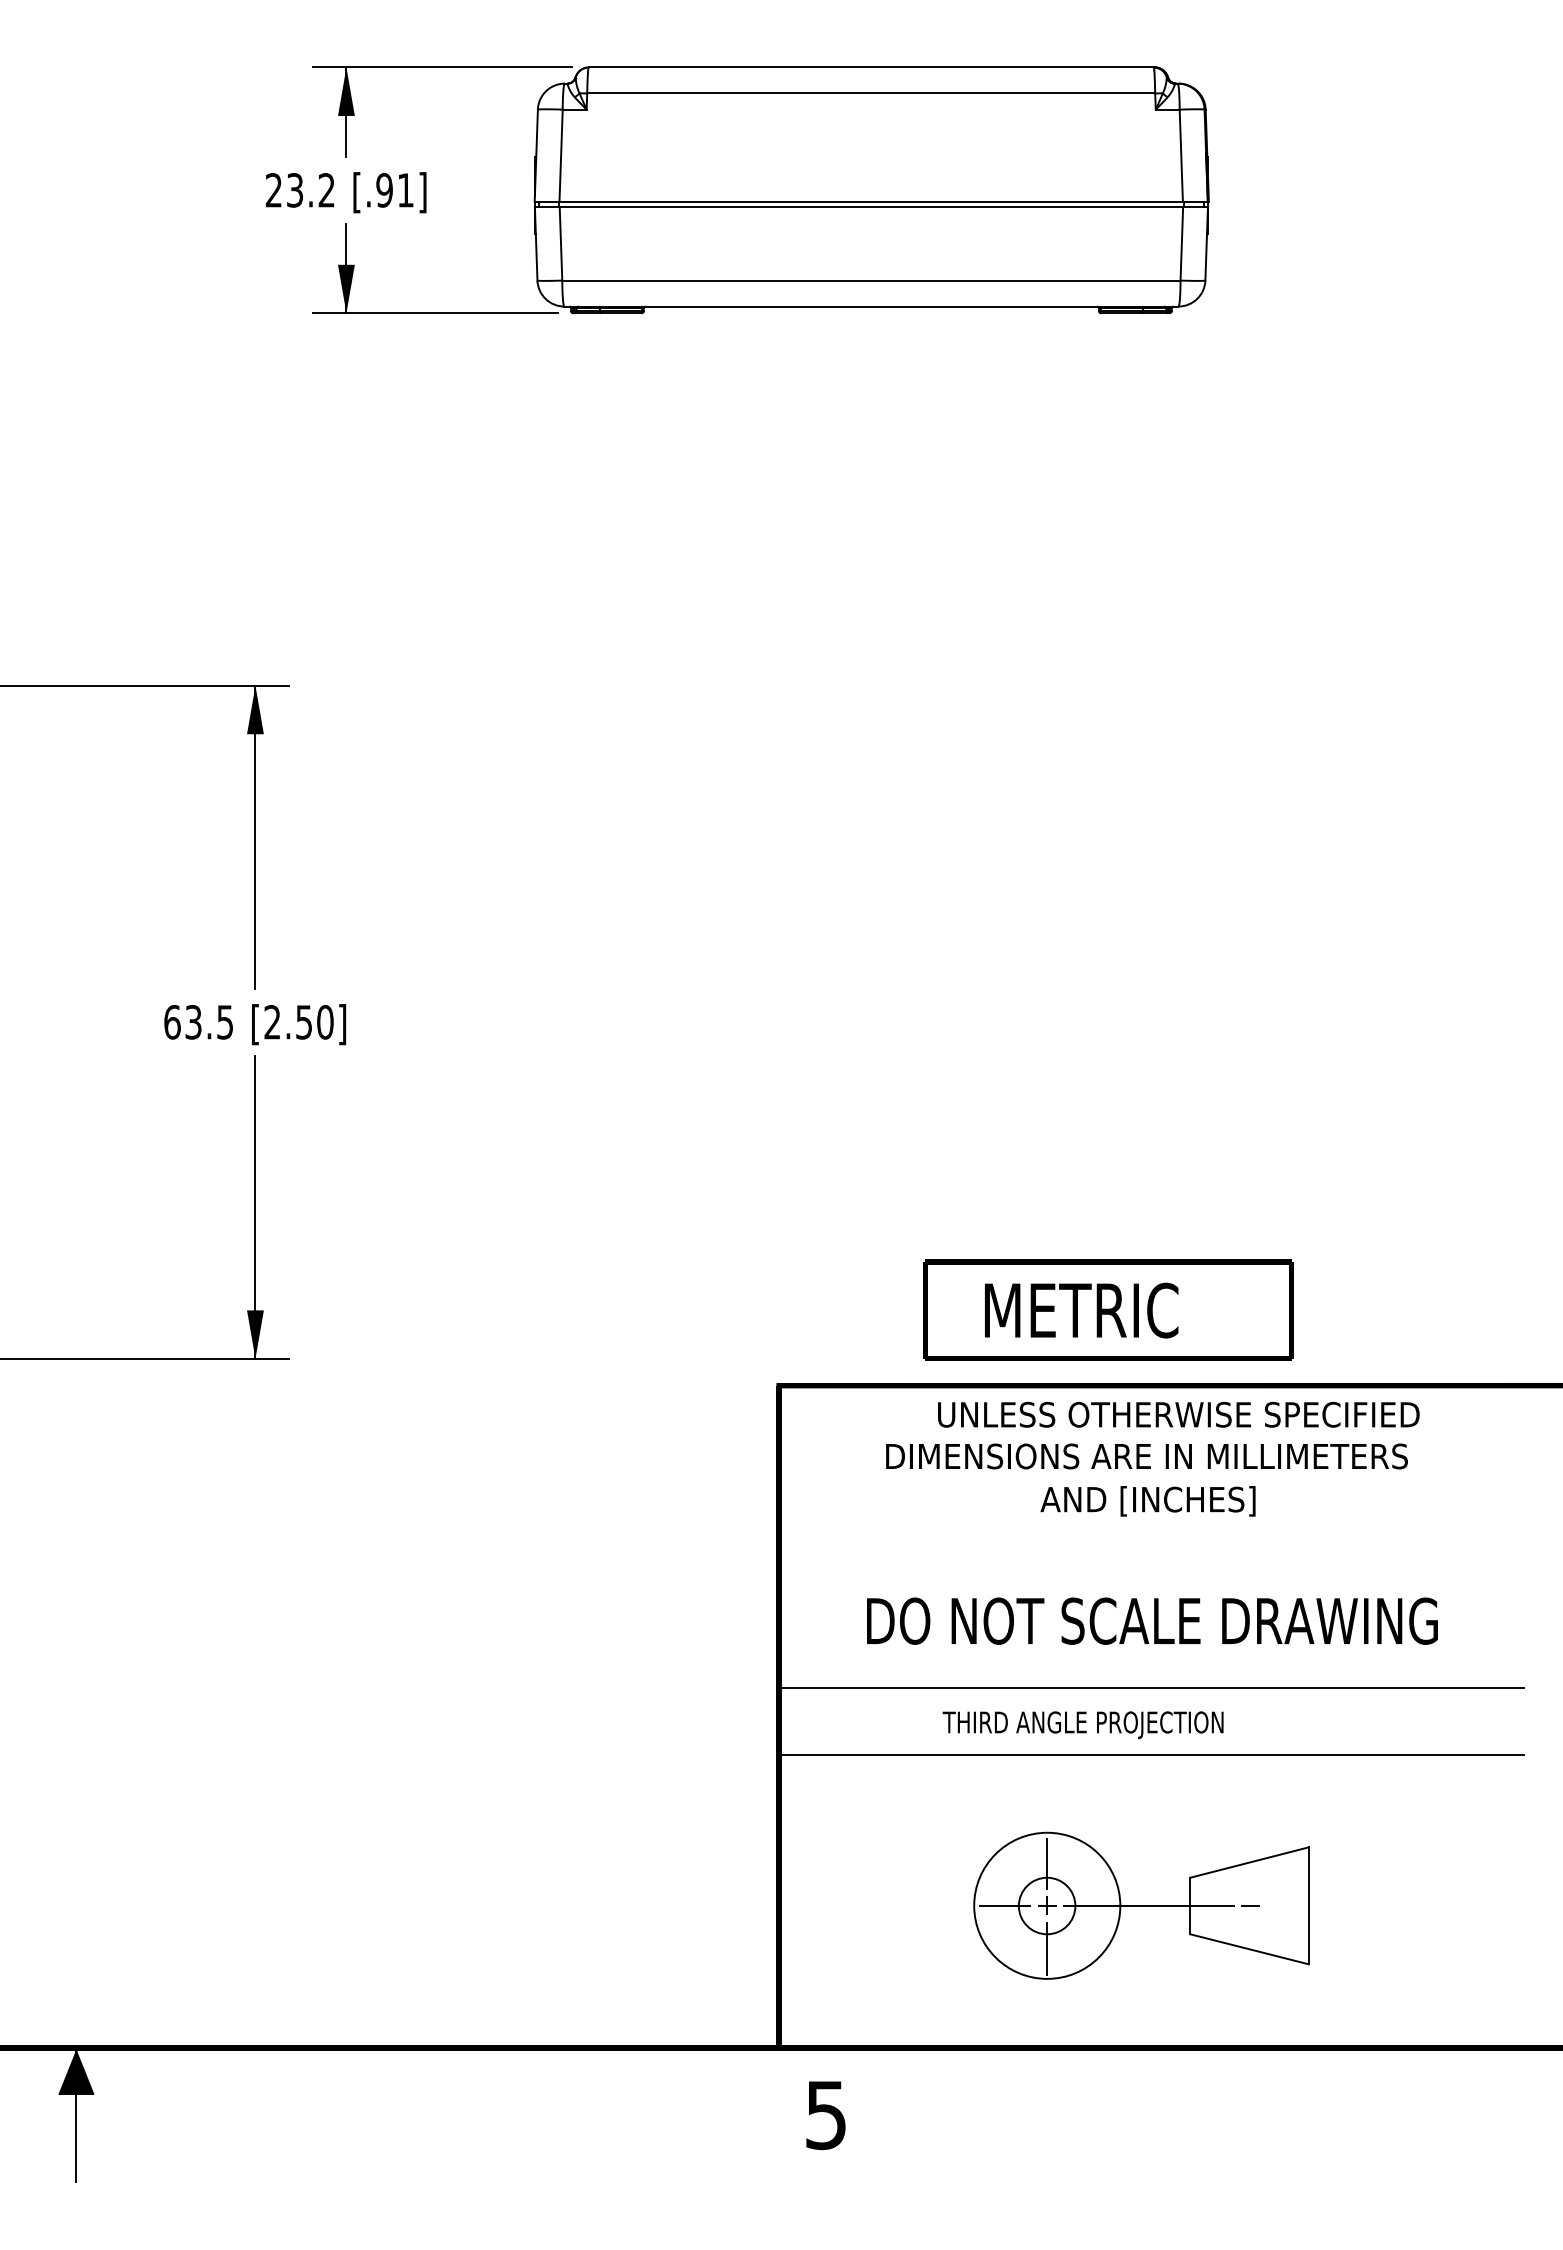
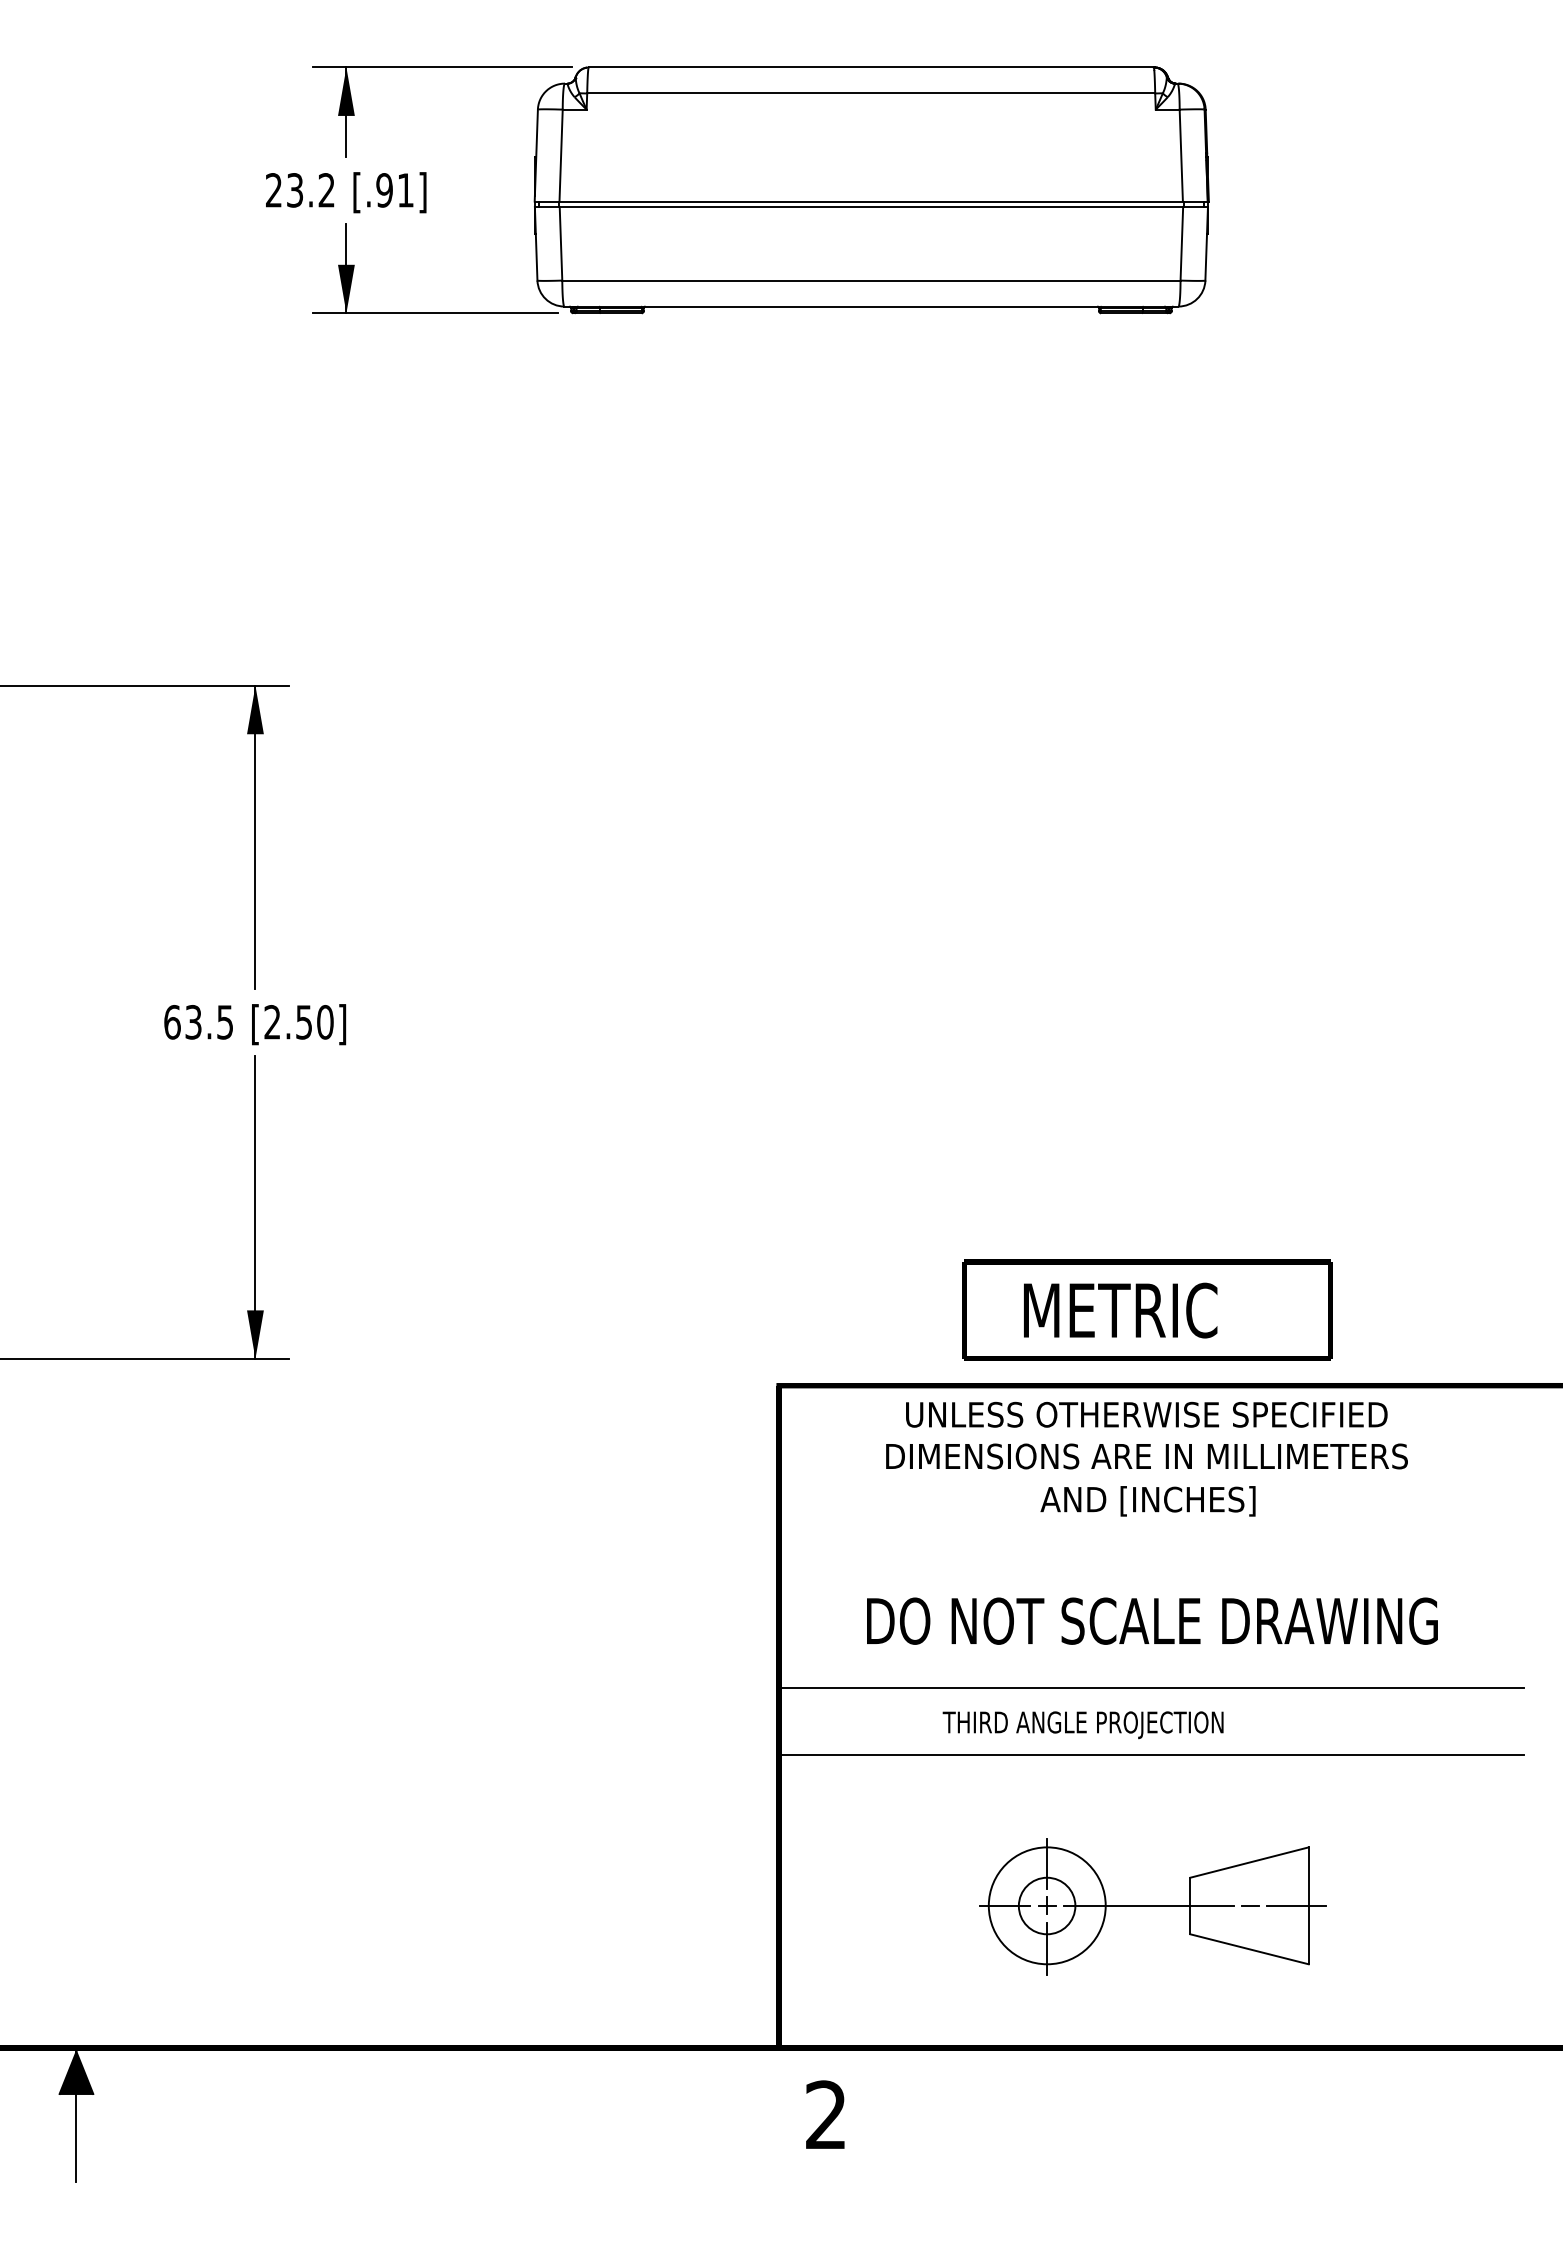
text at (1108, 1309) position: (1108, 1309) -> (1147, 1309)
text at (1178, 1414) position: (1178, 1414) -> (1146, 1414)
circle at (1047, 1905) diameter: 146 px -> 117 px
line at (1296, 1905): none -> present
text at (825, 2115): 5 -> 2
